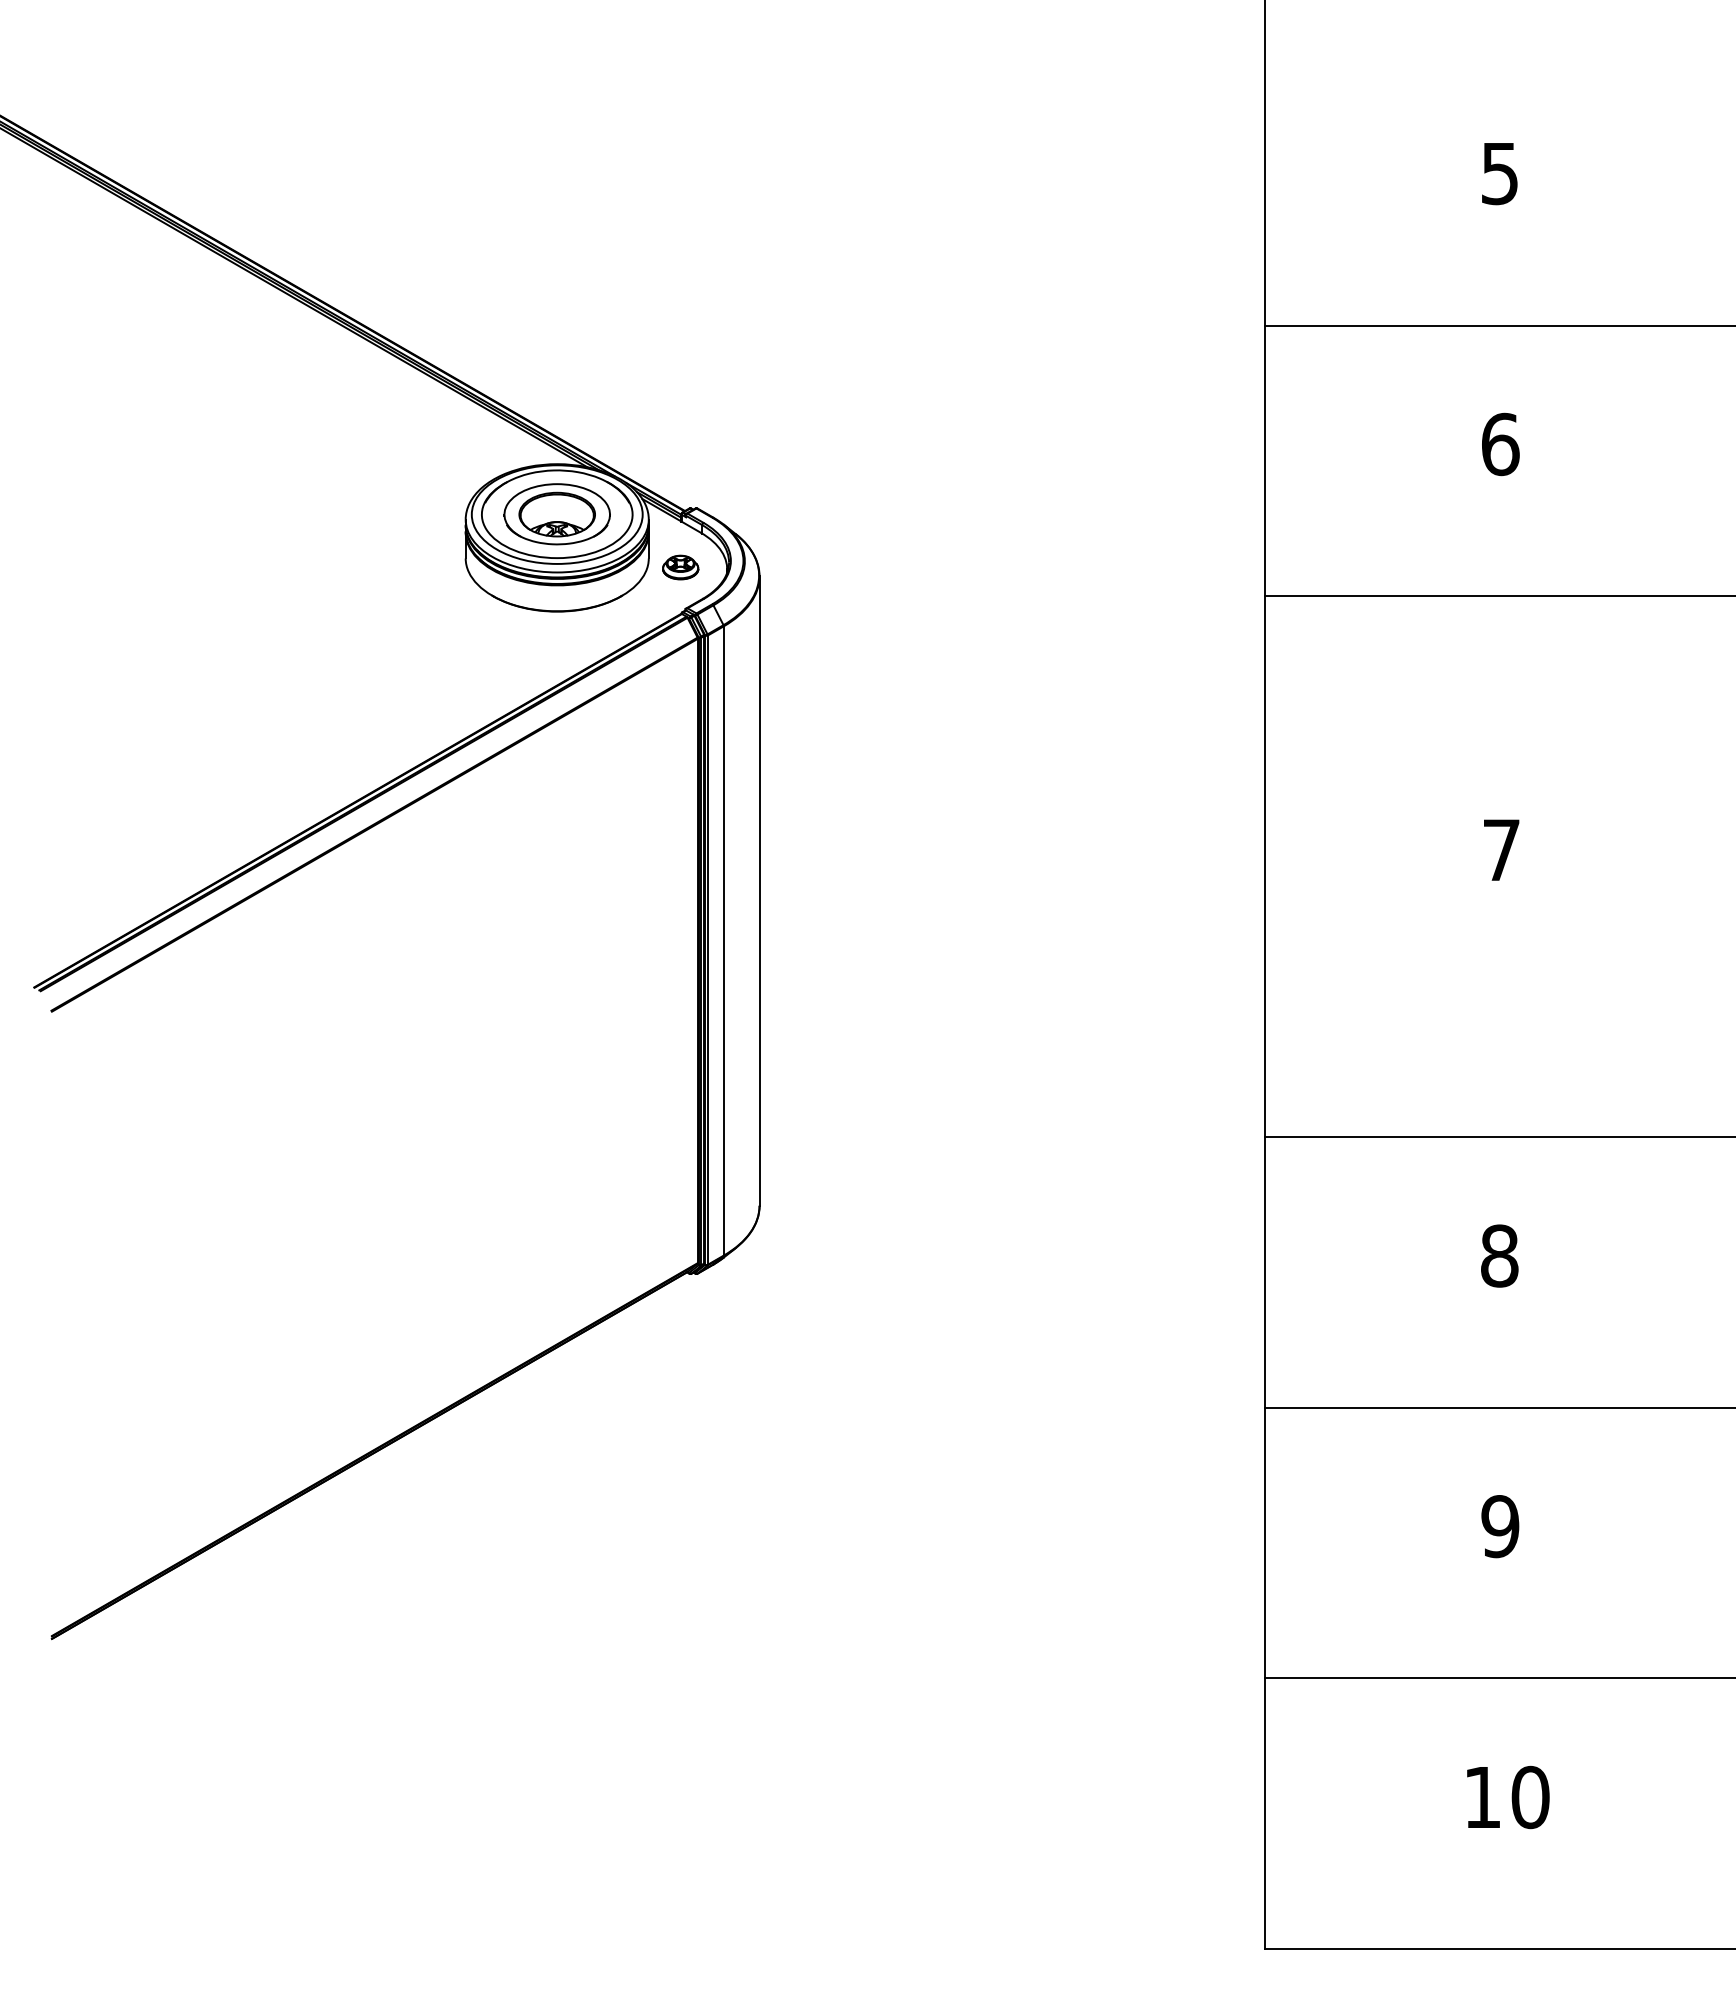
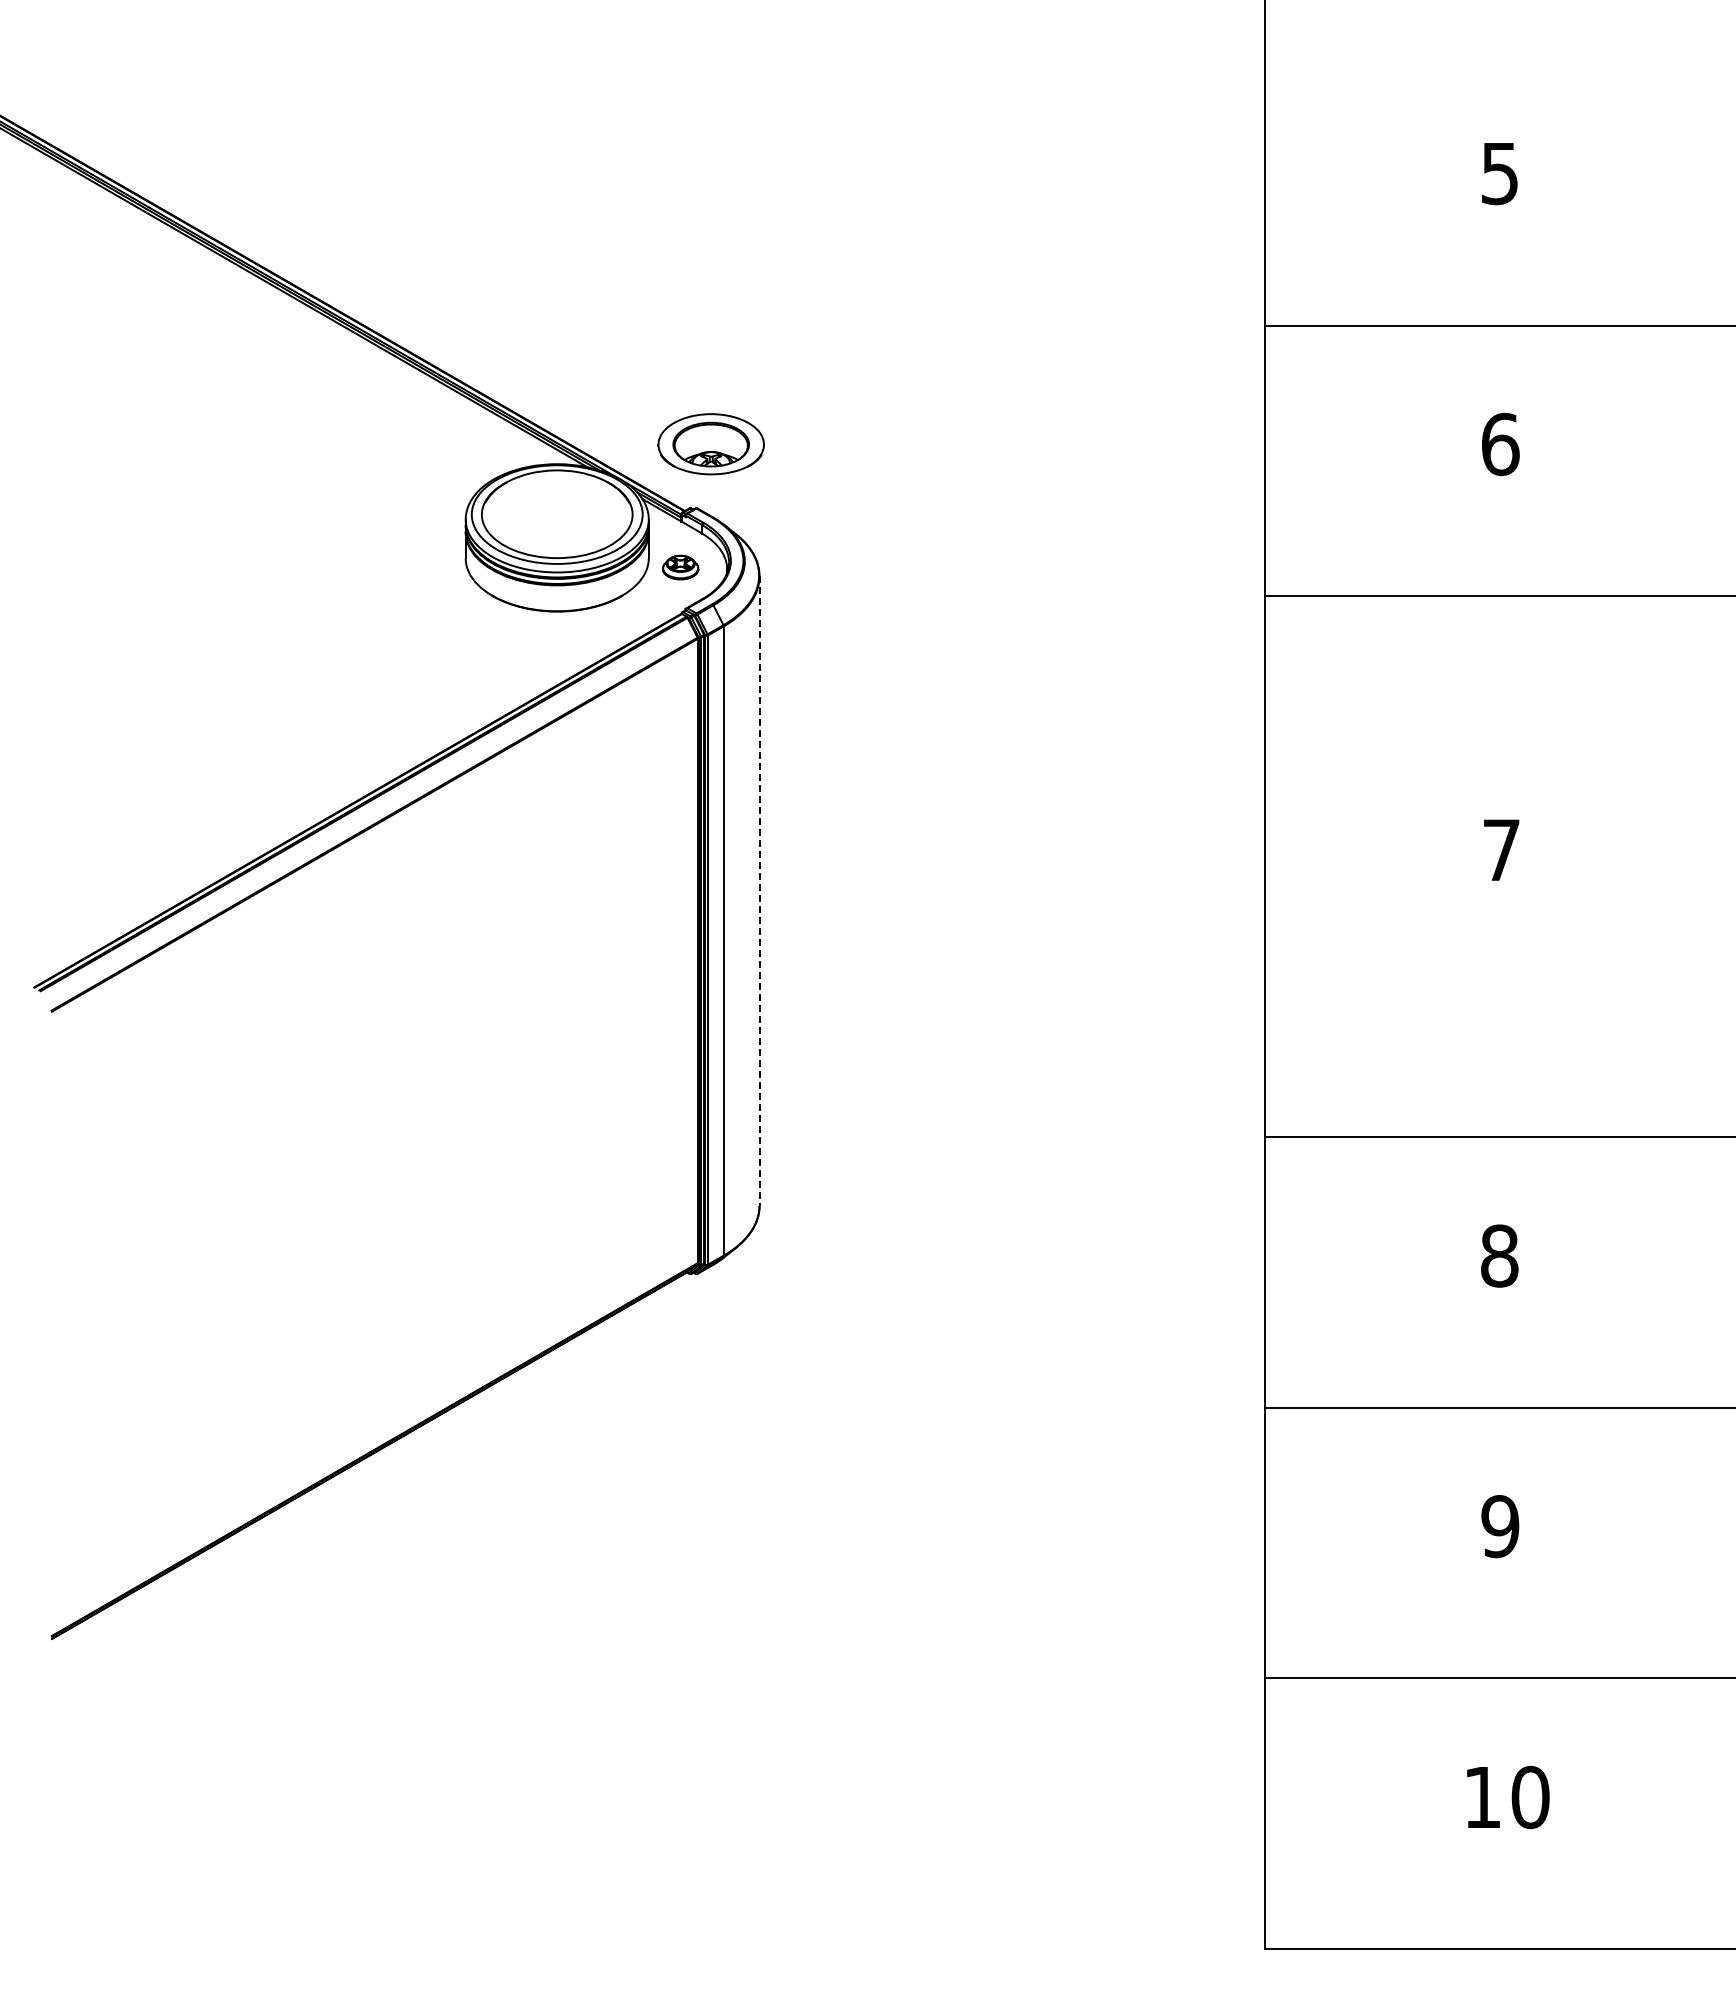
part at (556, 514) position: (556, 514) -> (710, 444)
line at (759, 891): solid -> dashed
